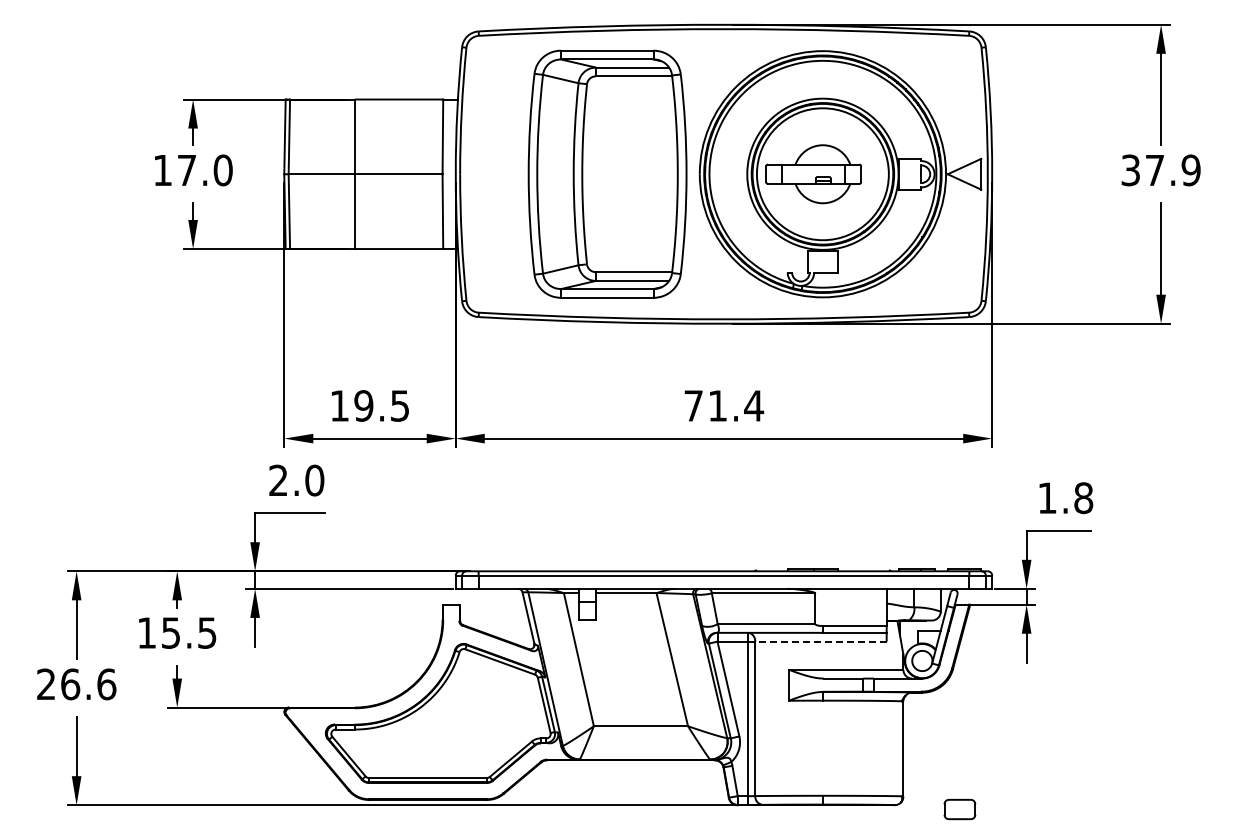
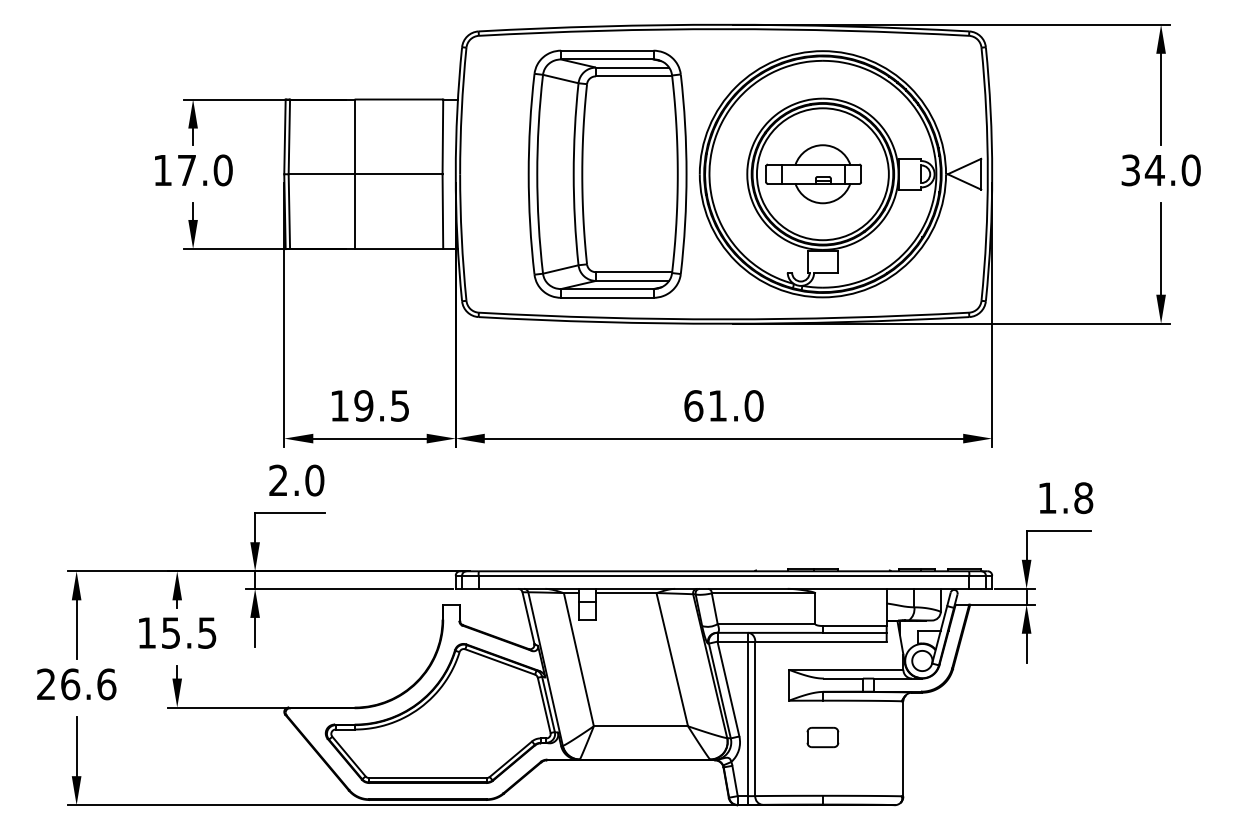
text at (1172, 170): 37.9 -> 34.0
text at (724, 405): 71.4 -> 61.0
line at (820, 641): dashed -> solid
part at (959, 809) position: (959, 809) -> (822, 737)
